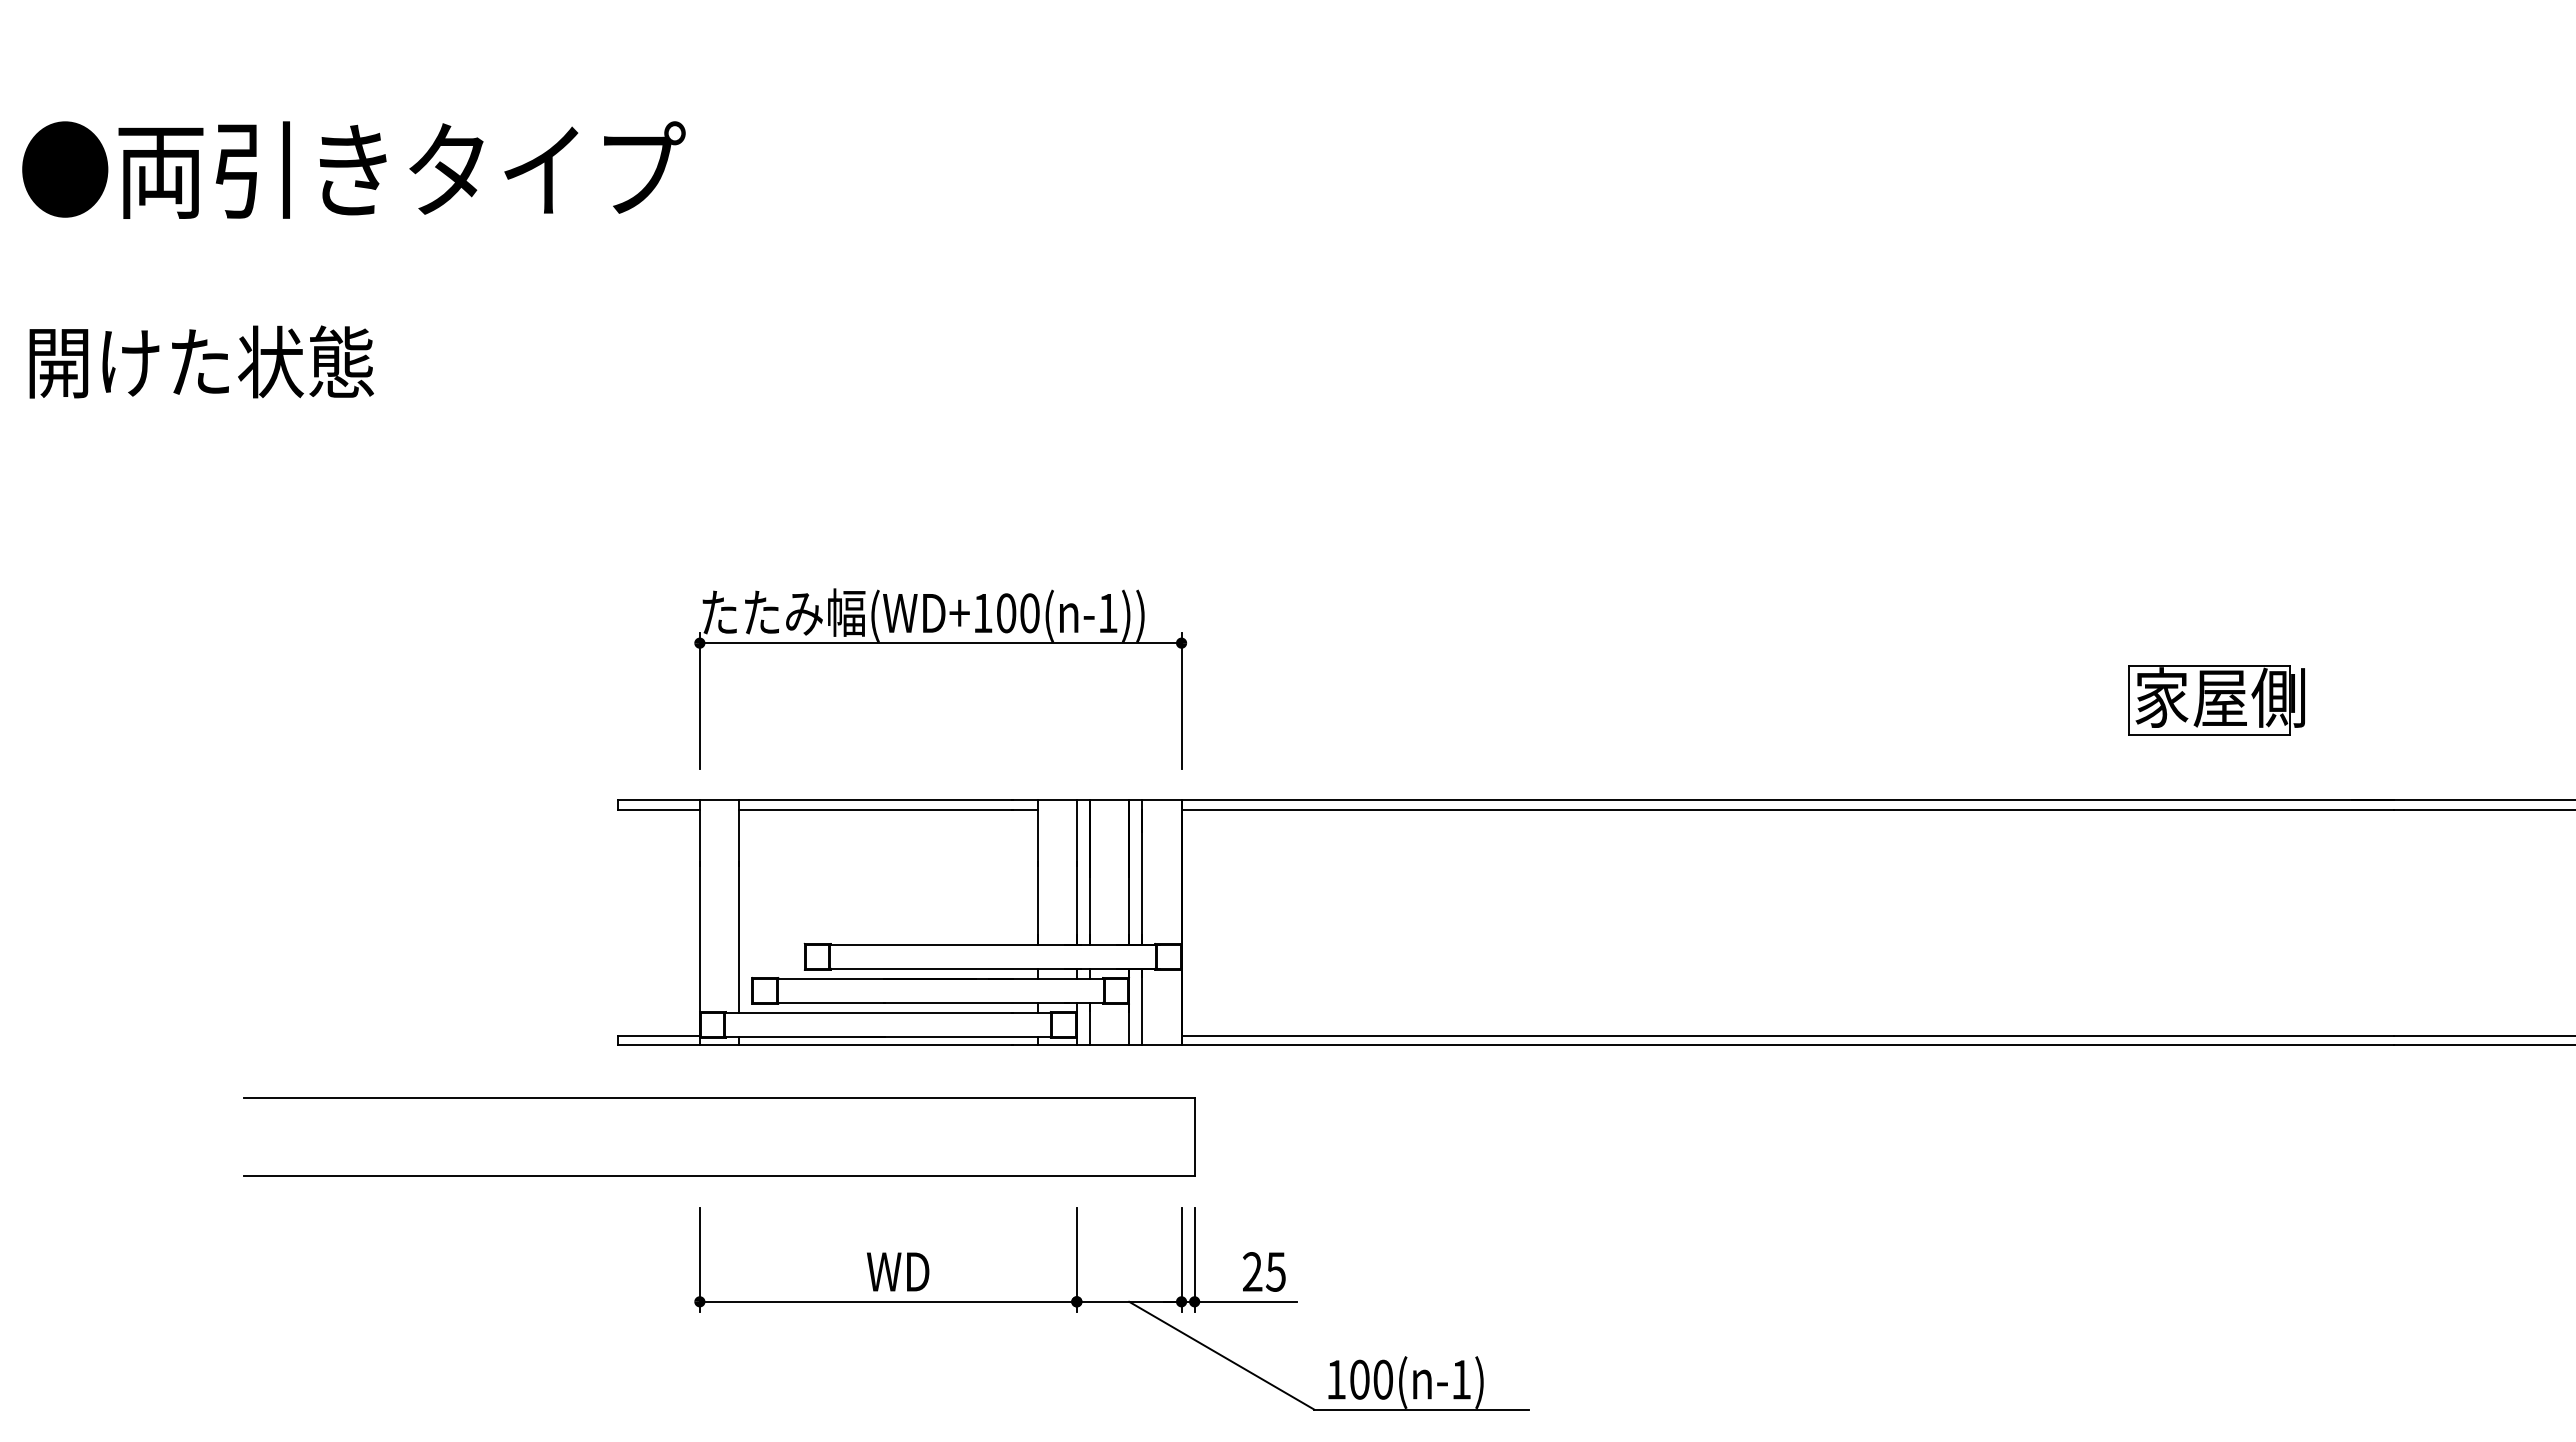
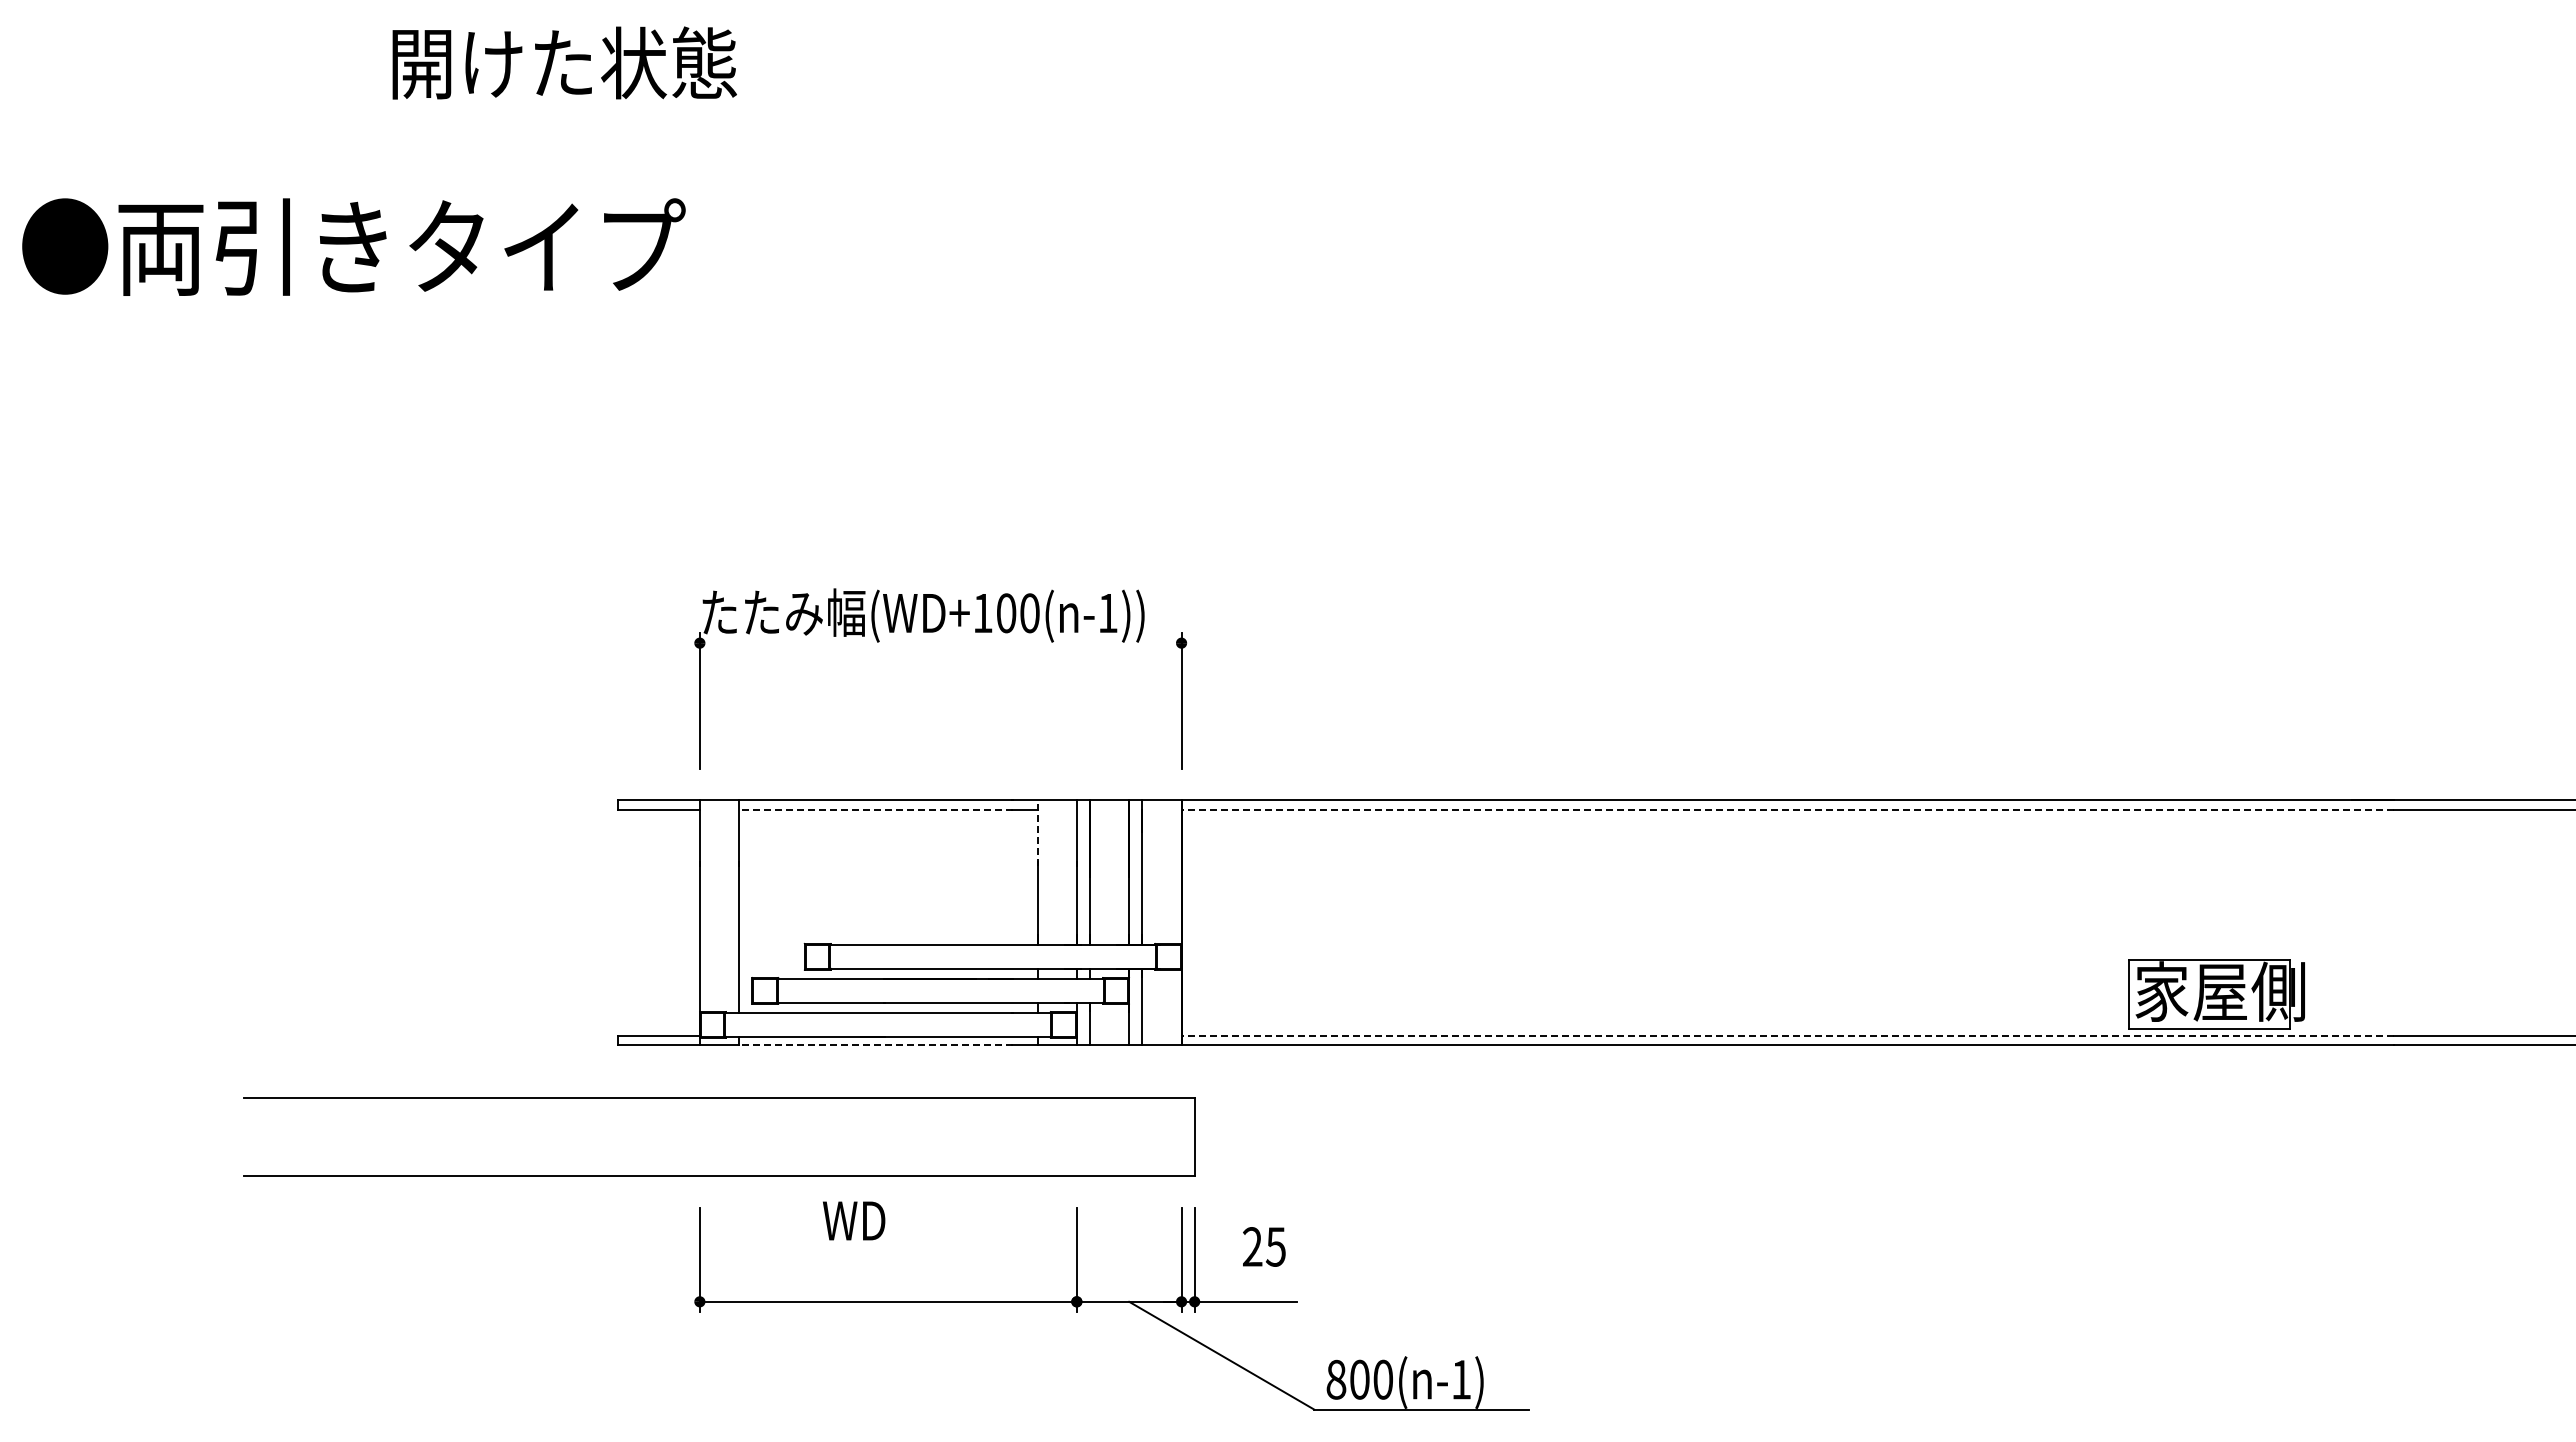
text at (353, 169) position: (353, 169) -> (353, 246)
text at (201, 361) position: (201, 361) -> (564, 62)
line at (940, 643): present -> none
part at (2216, 700) position: (2216, 700) -> (2216, 994)
line at (875, 809): solid -> dashed
line at (1787, 809): solid -> dashed
line at (1037, 833): solid -> dashed
line at (1787, 1035): solid -> dashed
line at (875, 1045): solid -> dashed
text at (898, 1271) position: (898, 1271) -> (854, 1220)
text at (1264, 1271) position: (1264, 1271) -> (1264, 1246)
text at (1336, 1379): 100(n-1) -> 800(n-1)
